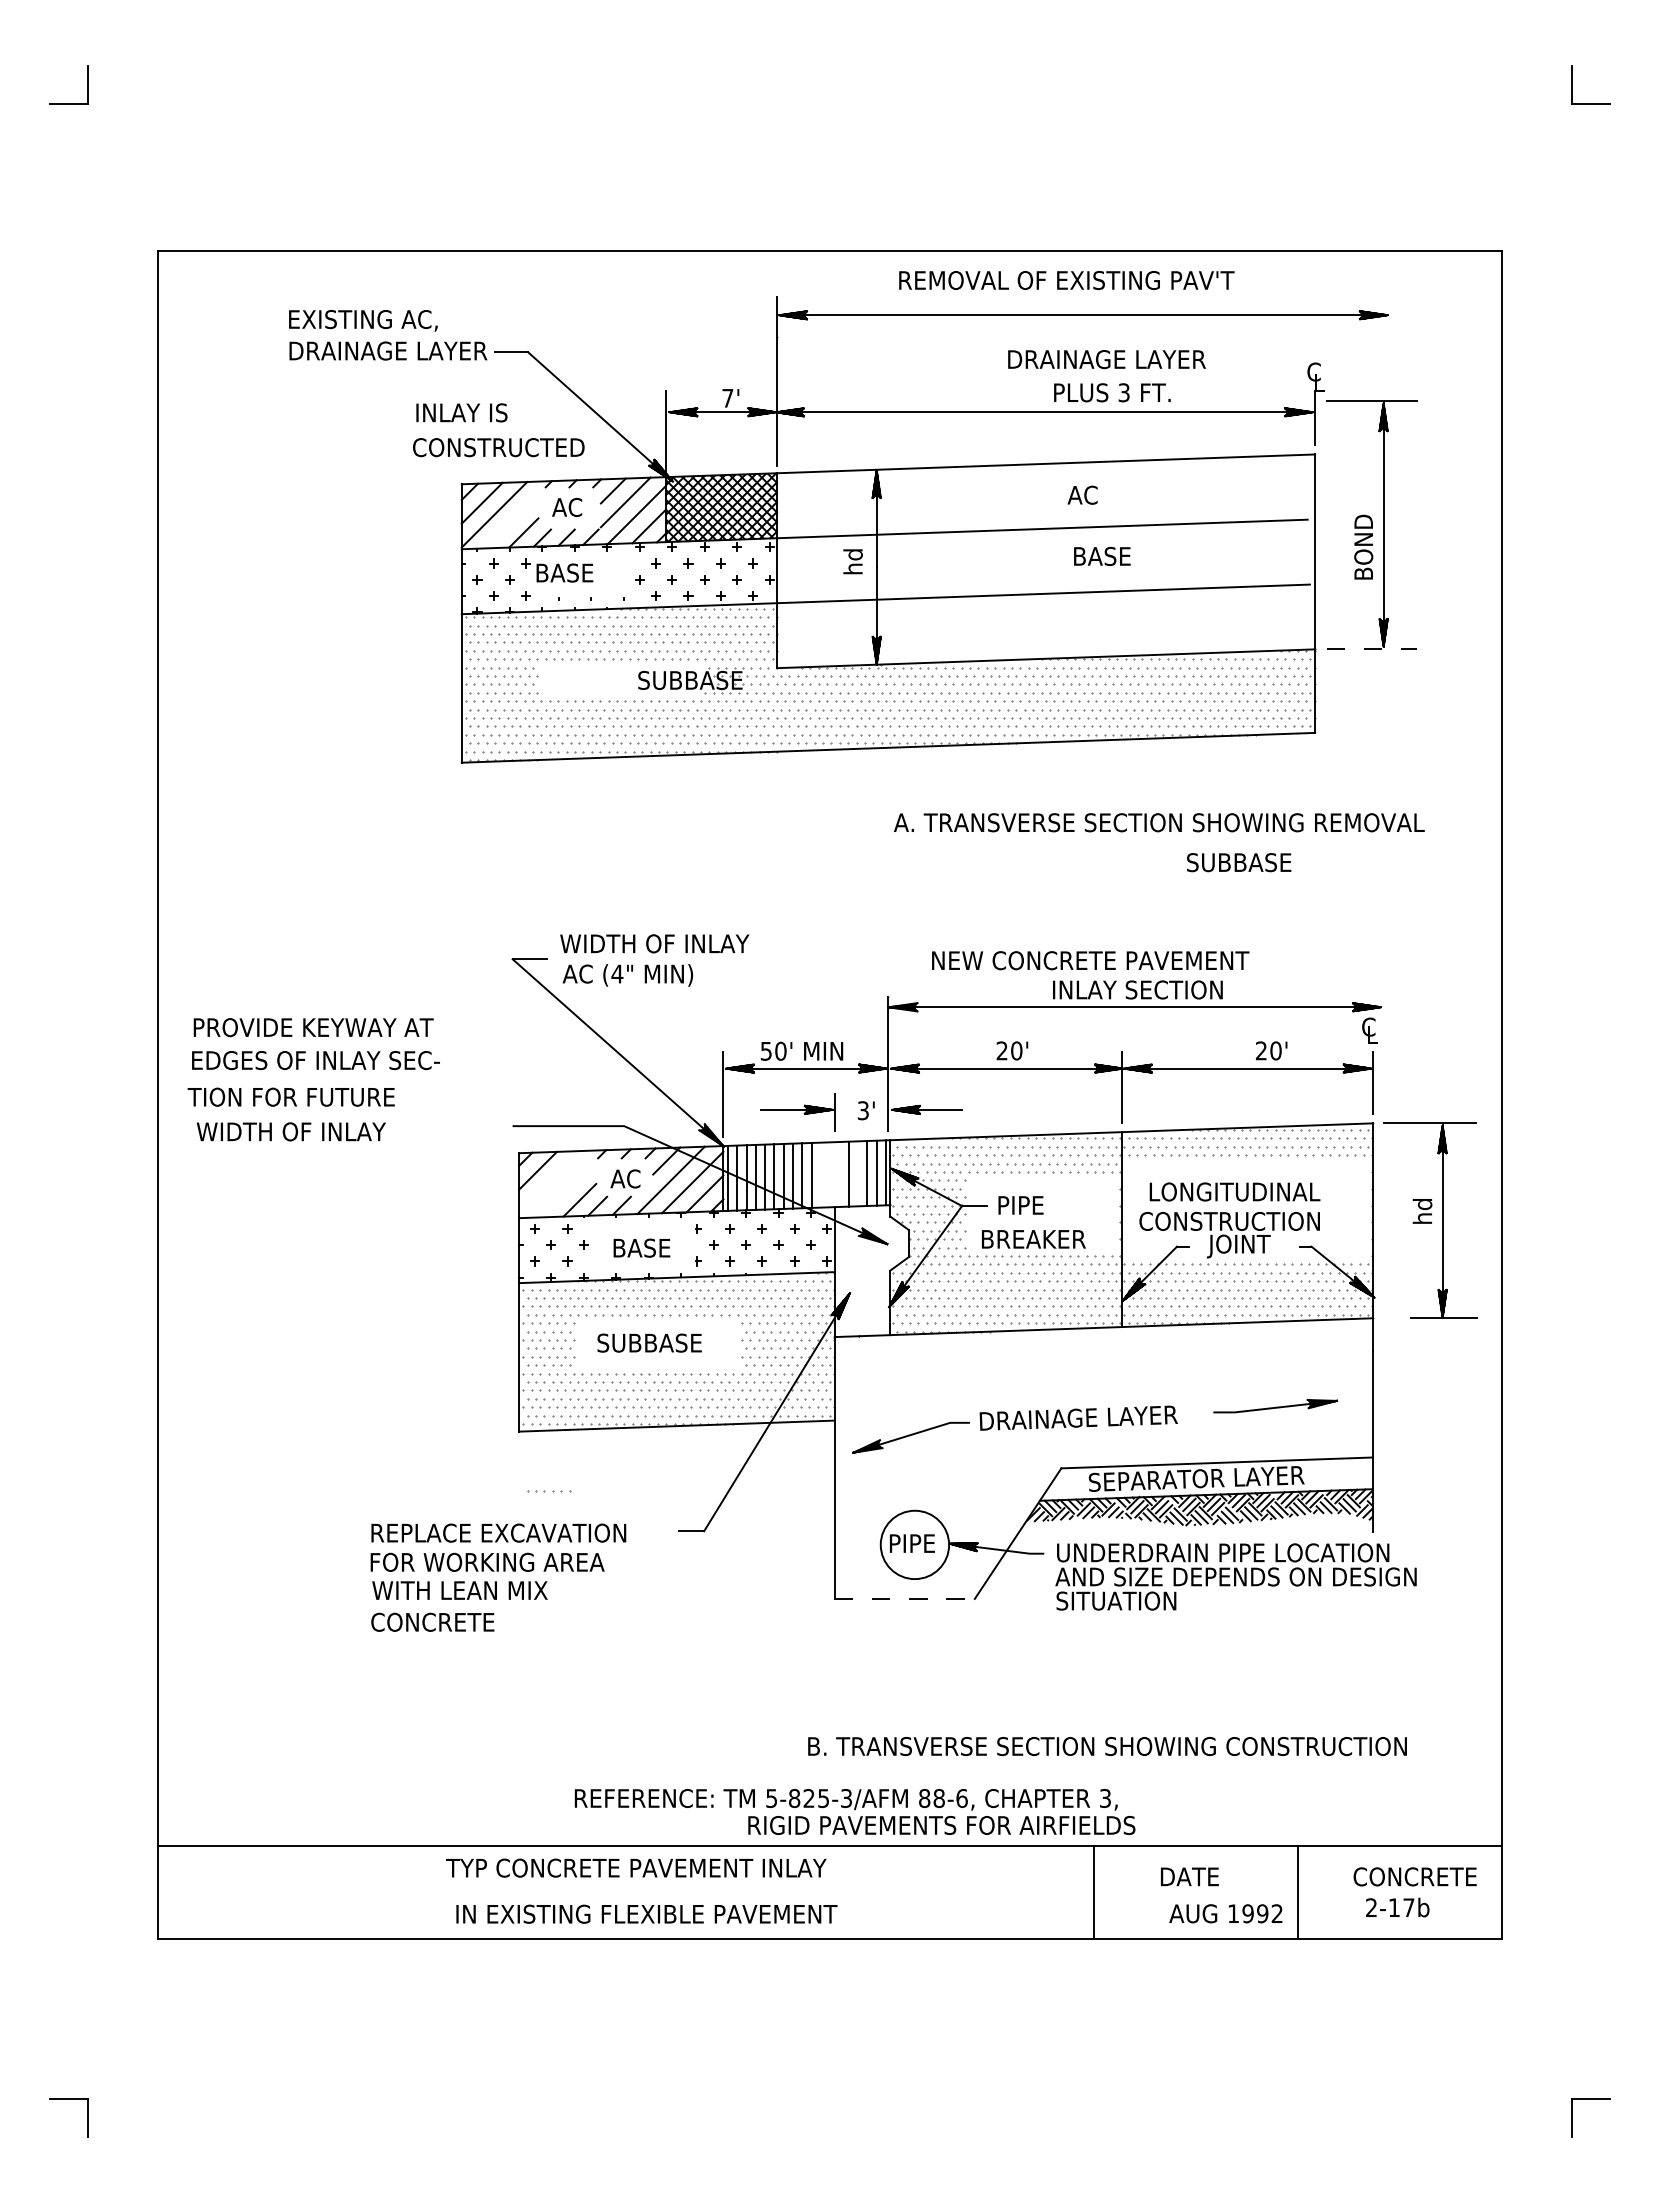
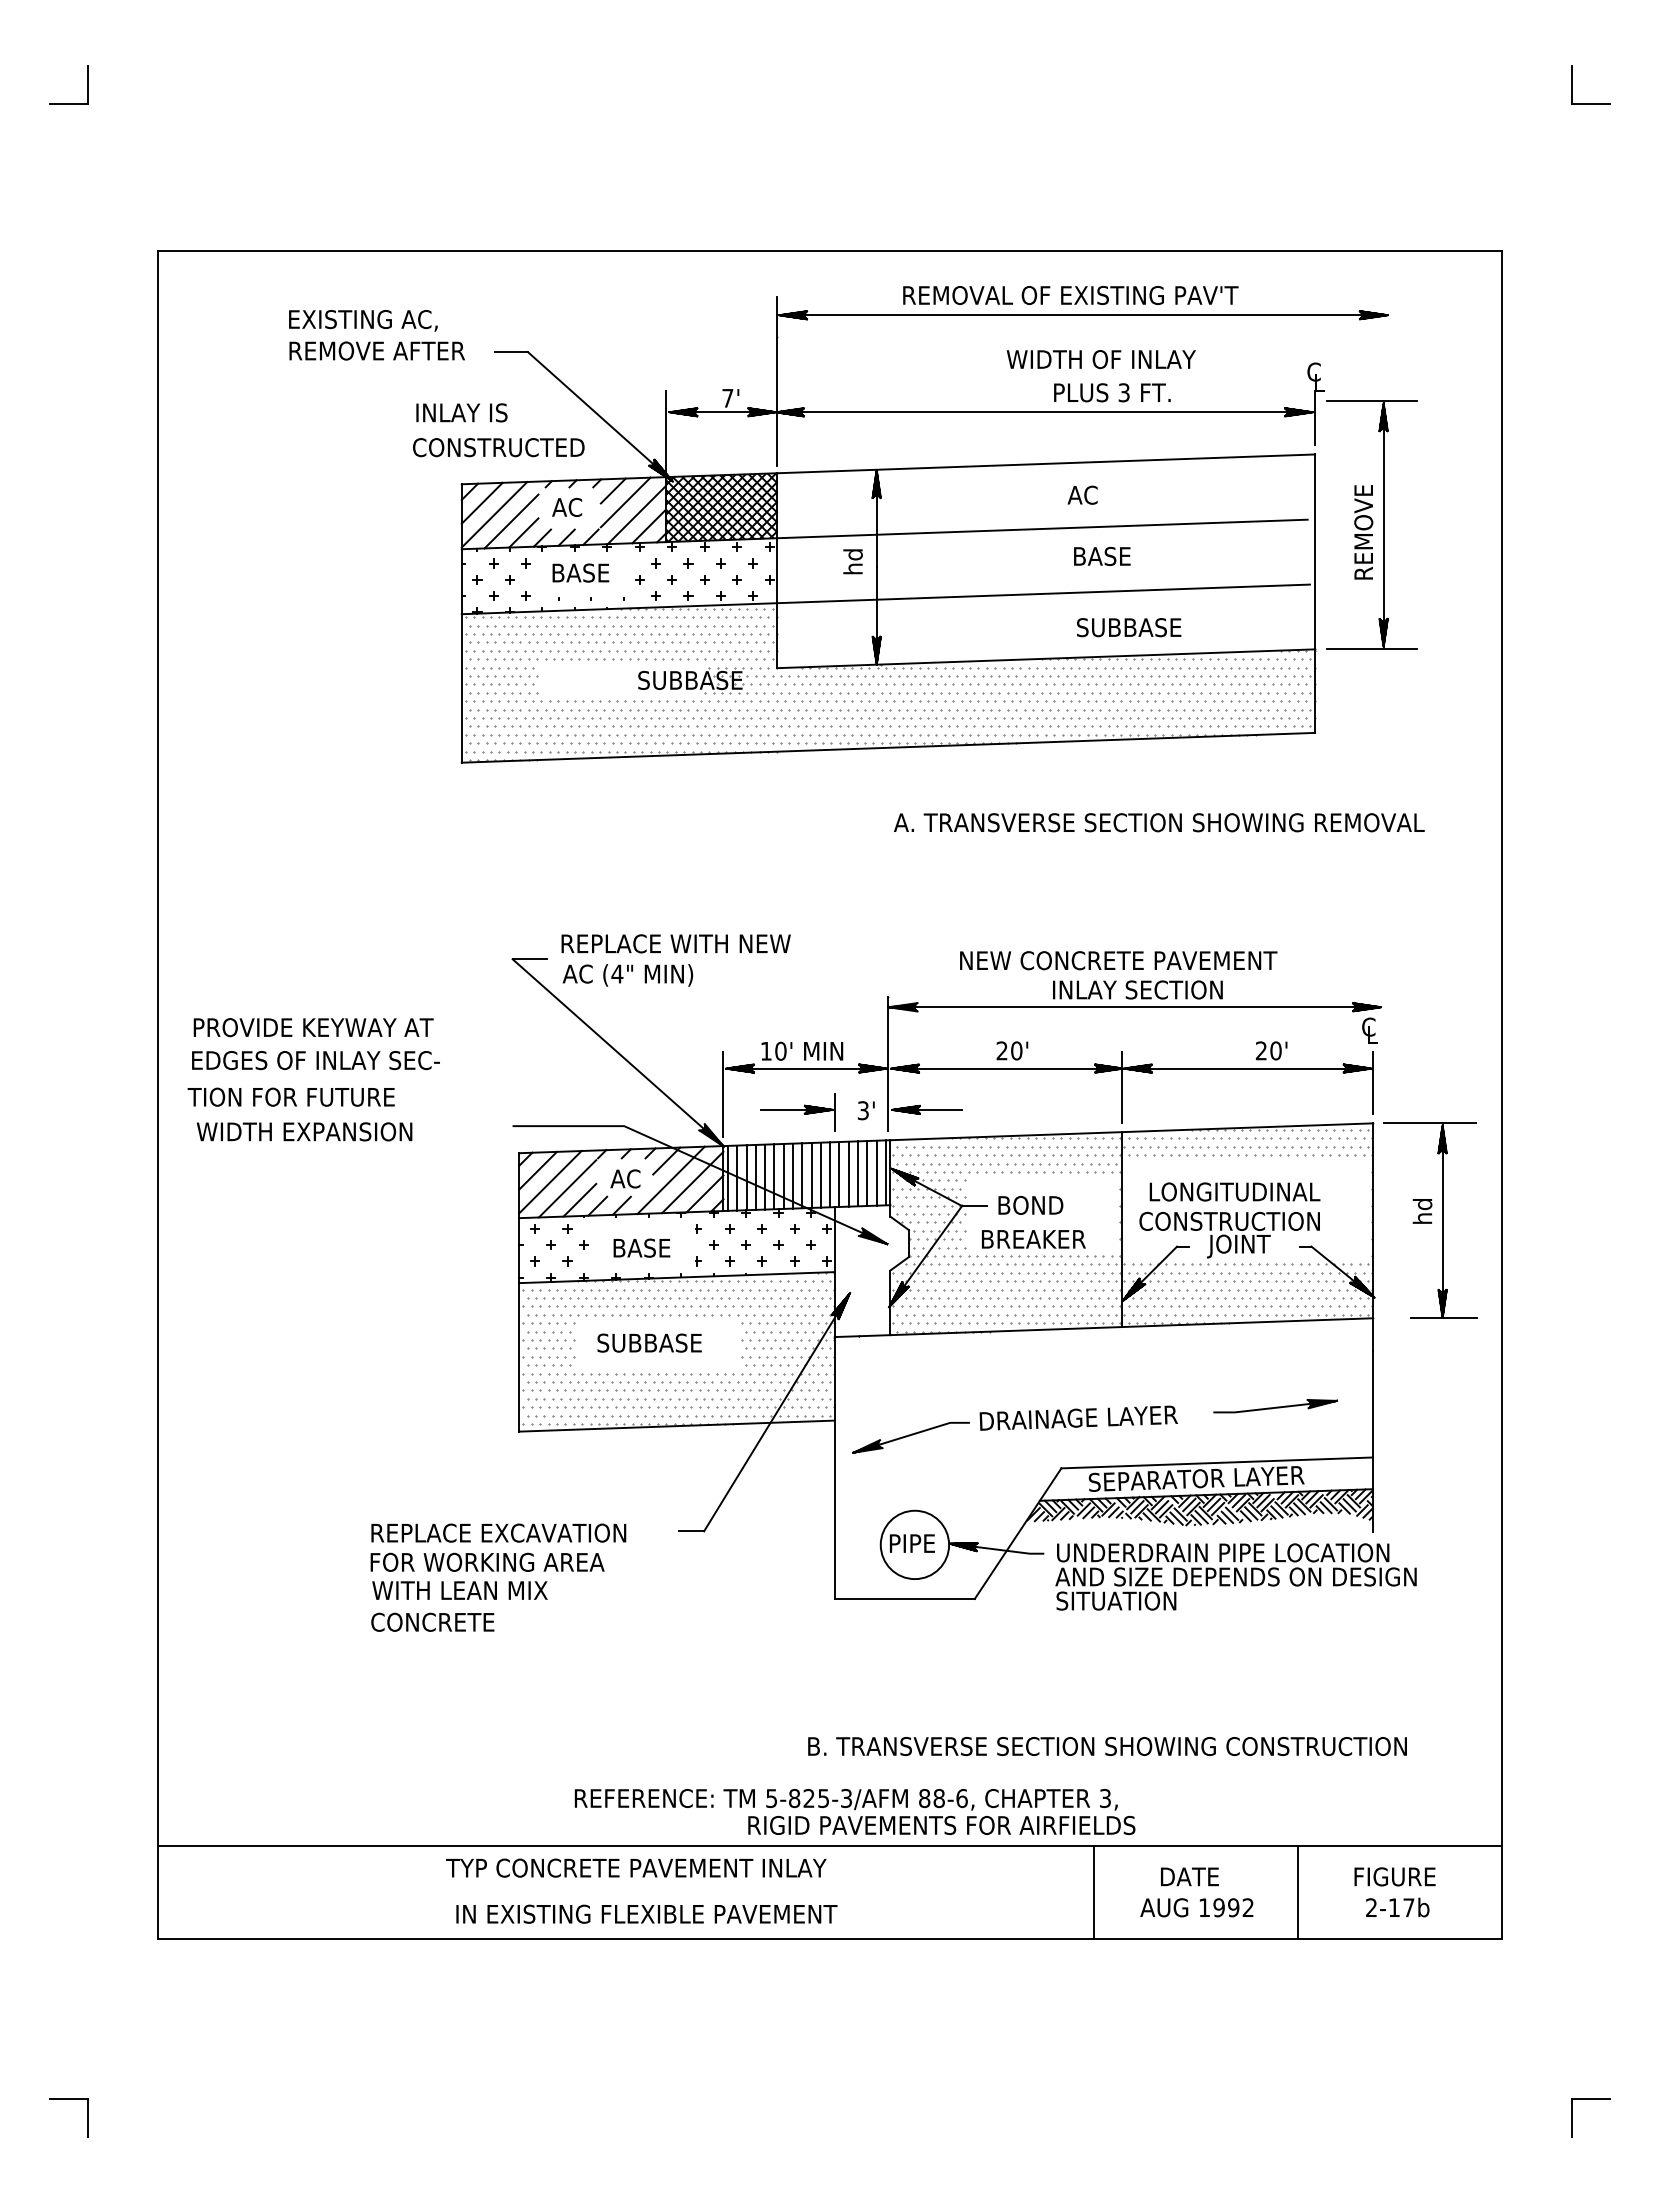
text at (1066, 280) position: (1066, 280) -> (1070, 295)
text at (389, 350): DRAINAGE LAYER -> REMOVE AFTER
text at (1105, 359): DRAINAGE LAYER -> WIDTH OF INLAY
line at (511, 521): none -> present
text at (1363, 531): BOND -> REMOVE
text at (564, 572) position: (564, 572) -> (580, 572)
line at (1372, 649): dashed -> solid
text at (1239, 862) position: (1239, 862) -> (1129, 627)
text at (675, 943): WIDTH OF INLAY -> REPLACE WITH NEW
text at (1090, 960) position: (1090, 960) -> (1118, 960)
text at (765, 1051): 50' -> 10'
text at (347, 1131): WIDTH OF INLAY -> WIDTH EXPANSION
line at (857, 1173): none -> present
line at (820, 1174): none -> present
line at (830, 1174): none -> present
line at (839, 1174): none -> present
line at (550, 1182): none -> present
line at (567, 1188): none -> present
text at (1031, 1204): PIPE -> BOND
part at (549, 1491): present -> none
line at (905, 1598): dashed -> solid
text at (1414, 1876): CONCRETE -> FIGURE
text at (1225, 1913) position: (1225, 1913) -> (1196, 1907)
